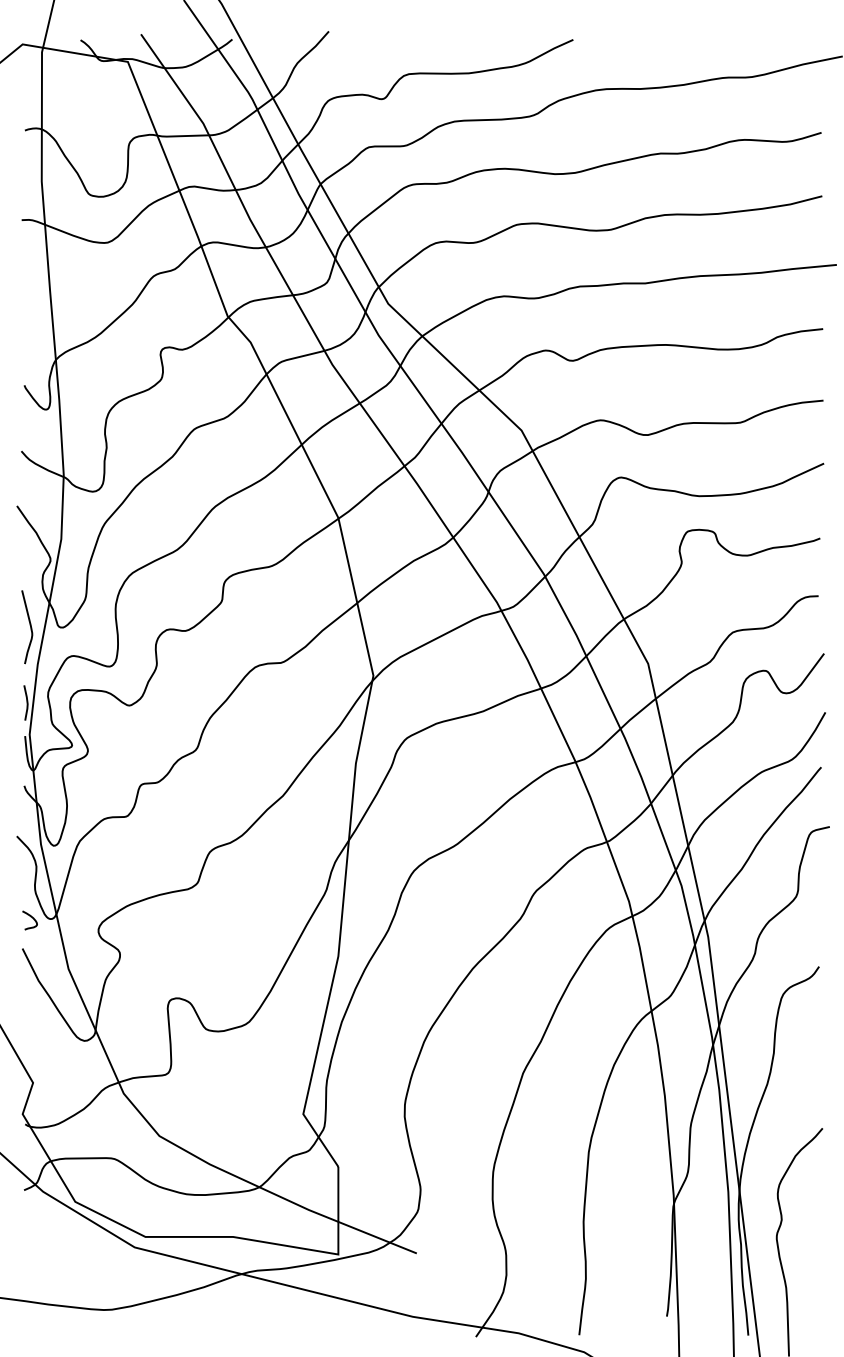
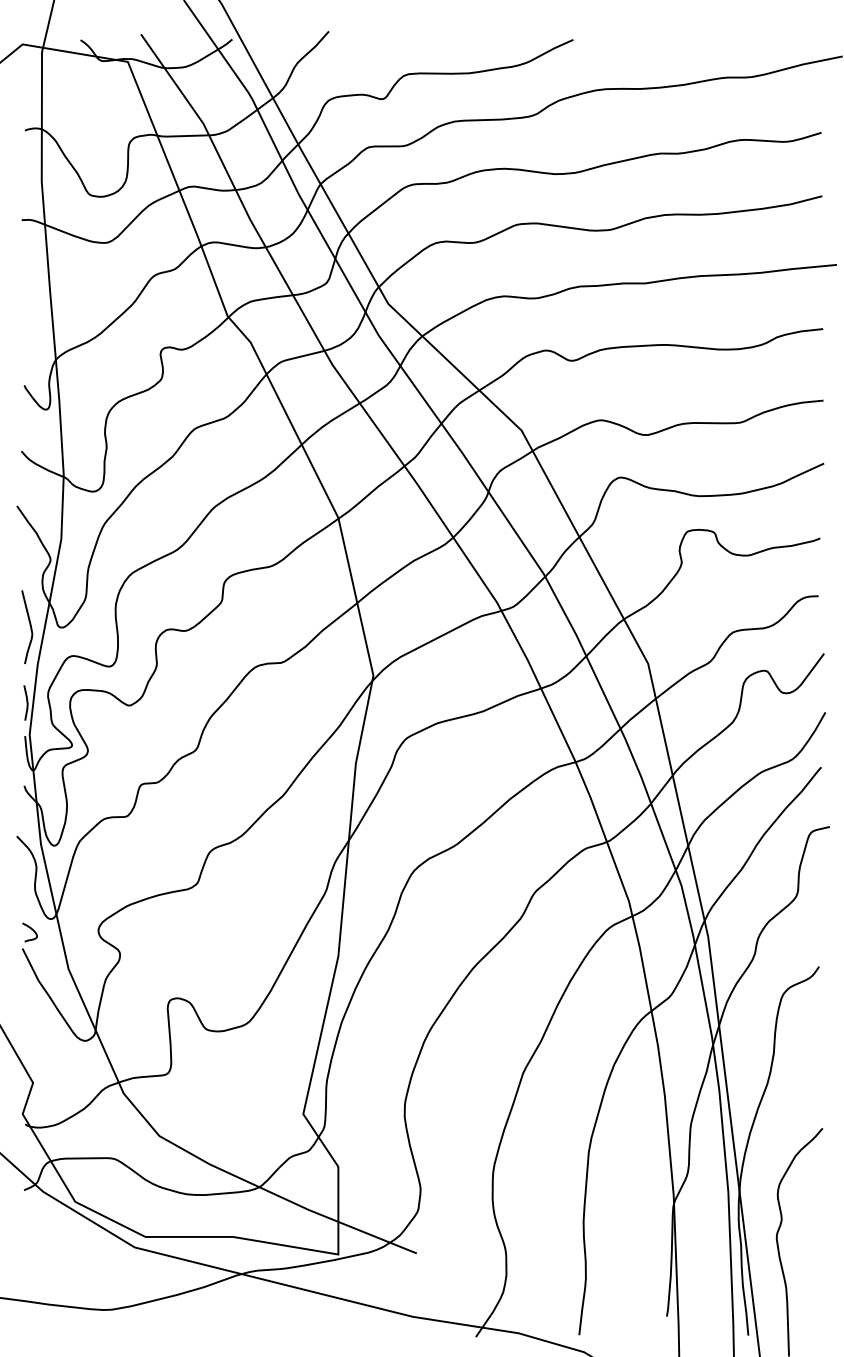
curve at (30, 917) position: (30, 917) -> (30, 929)
